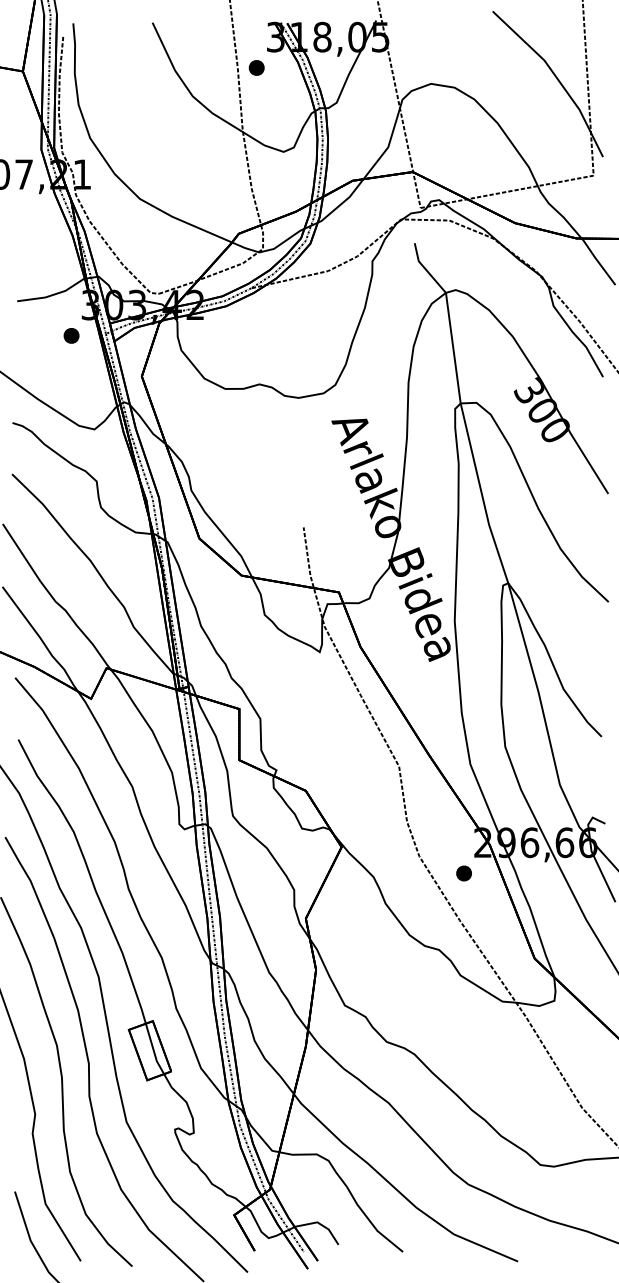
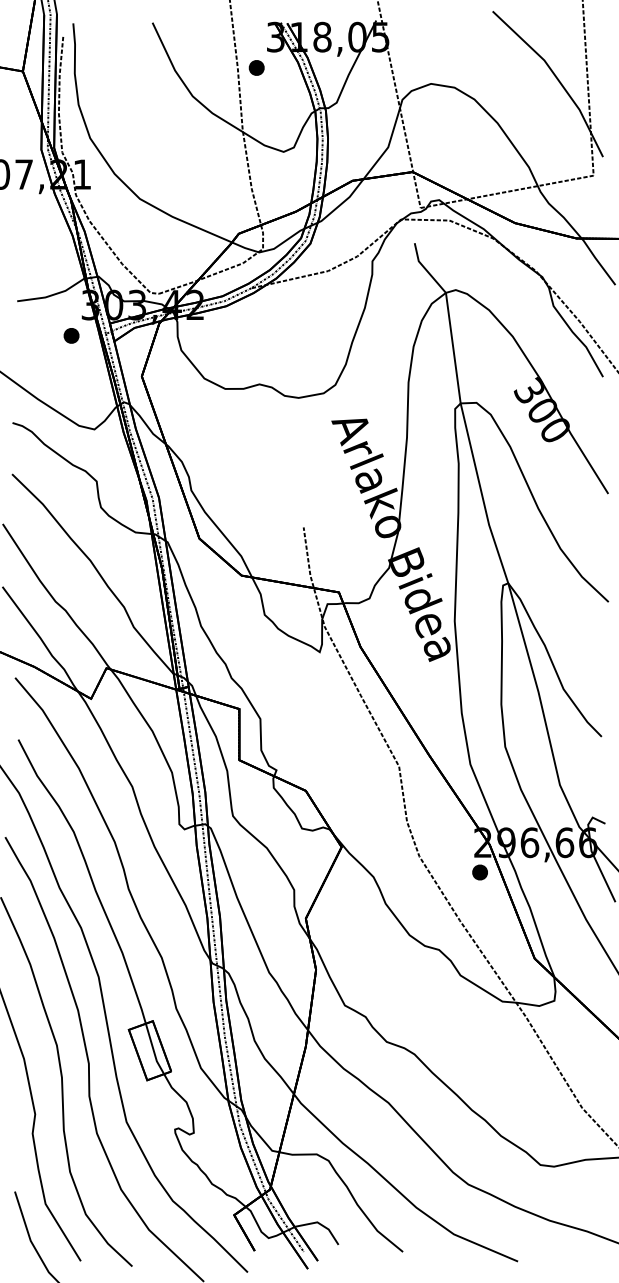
part at (463, 873) position: (463, 873) -> (479, 872)
